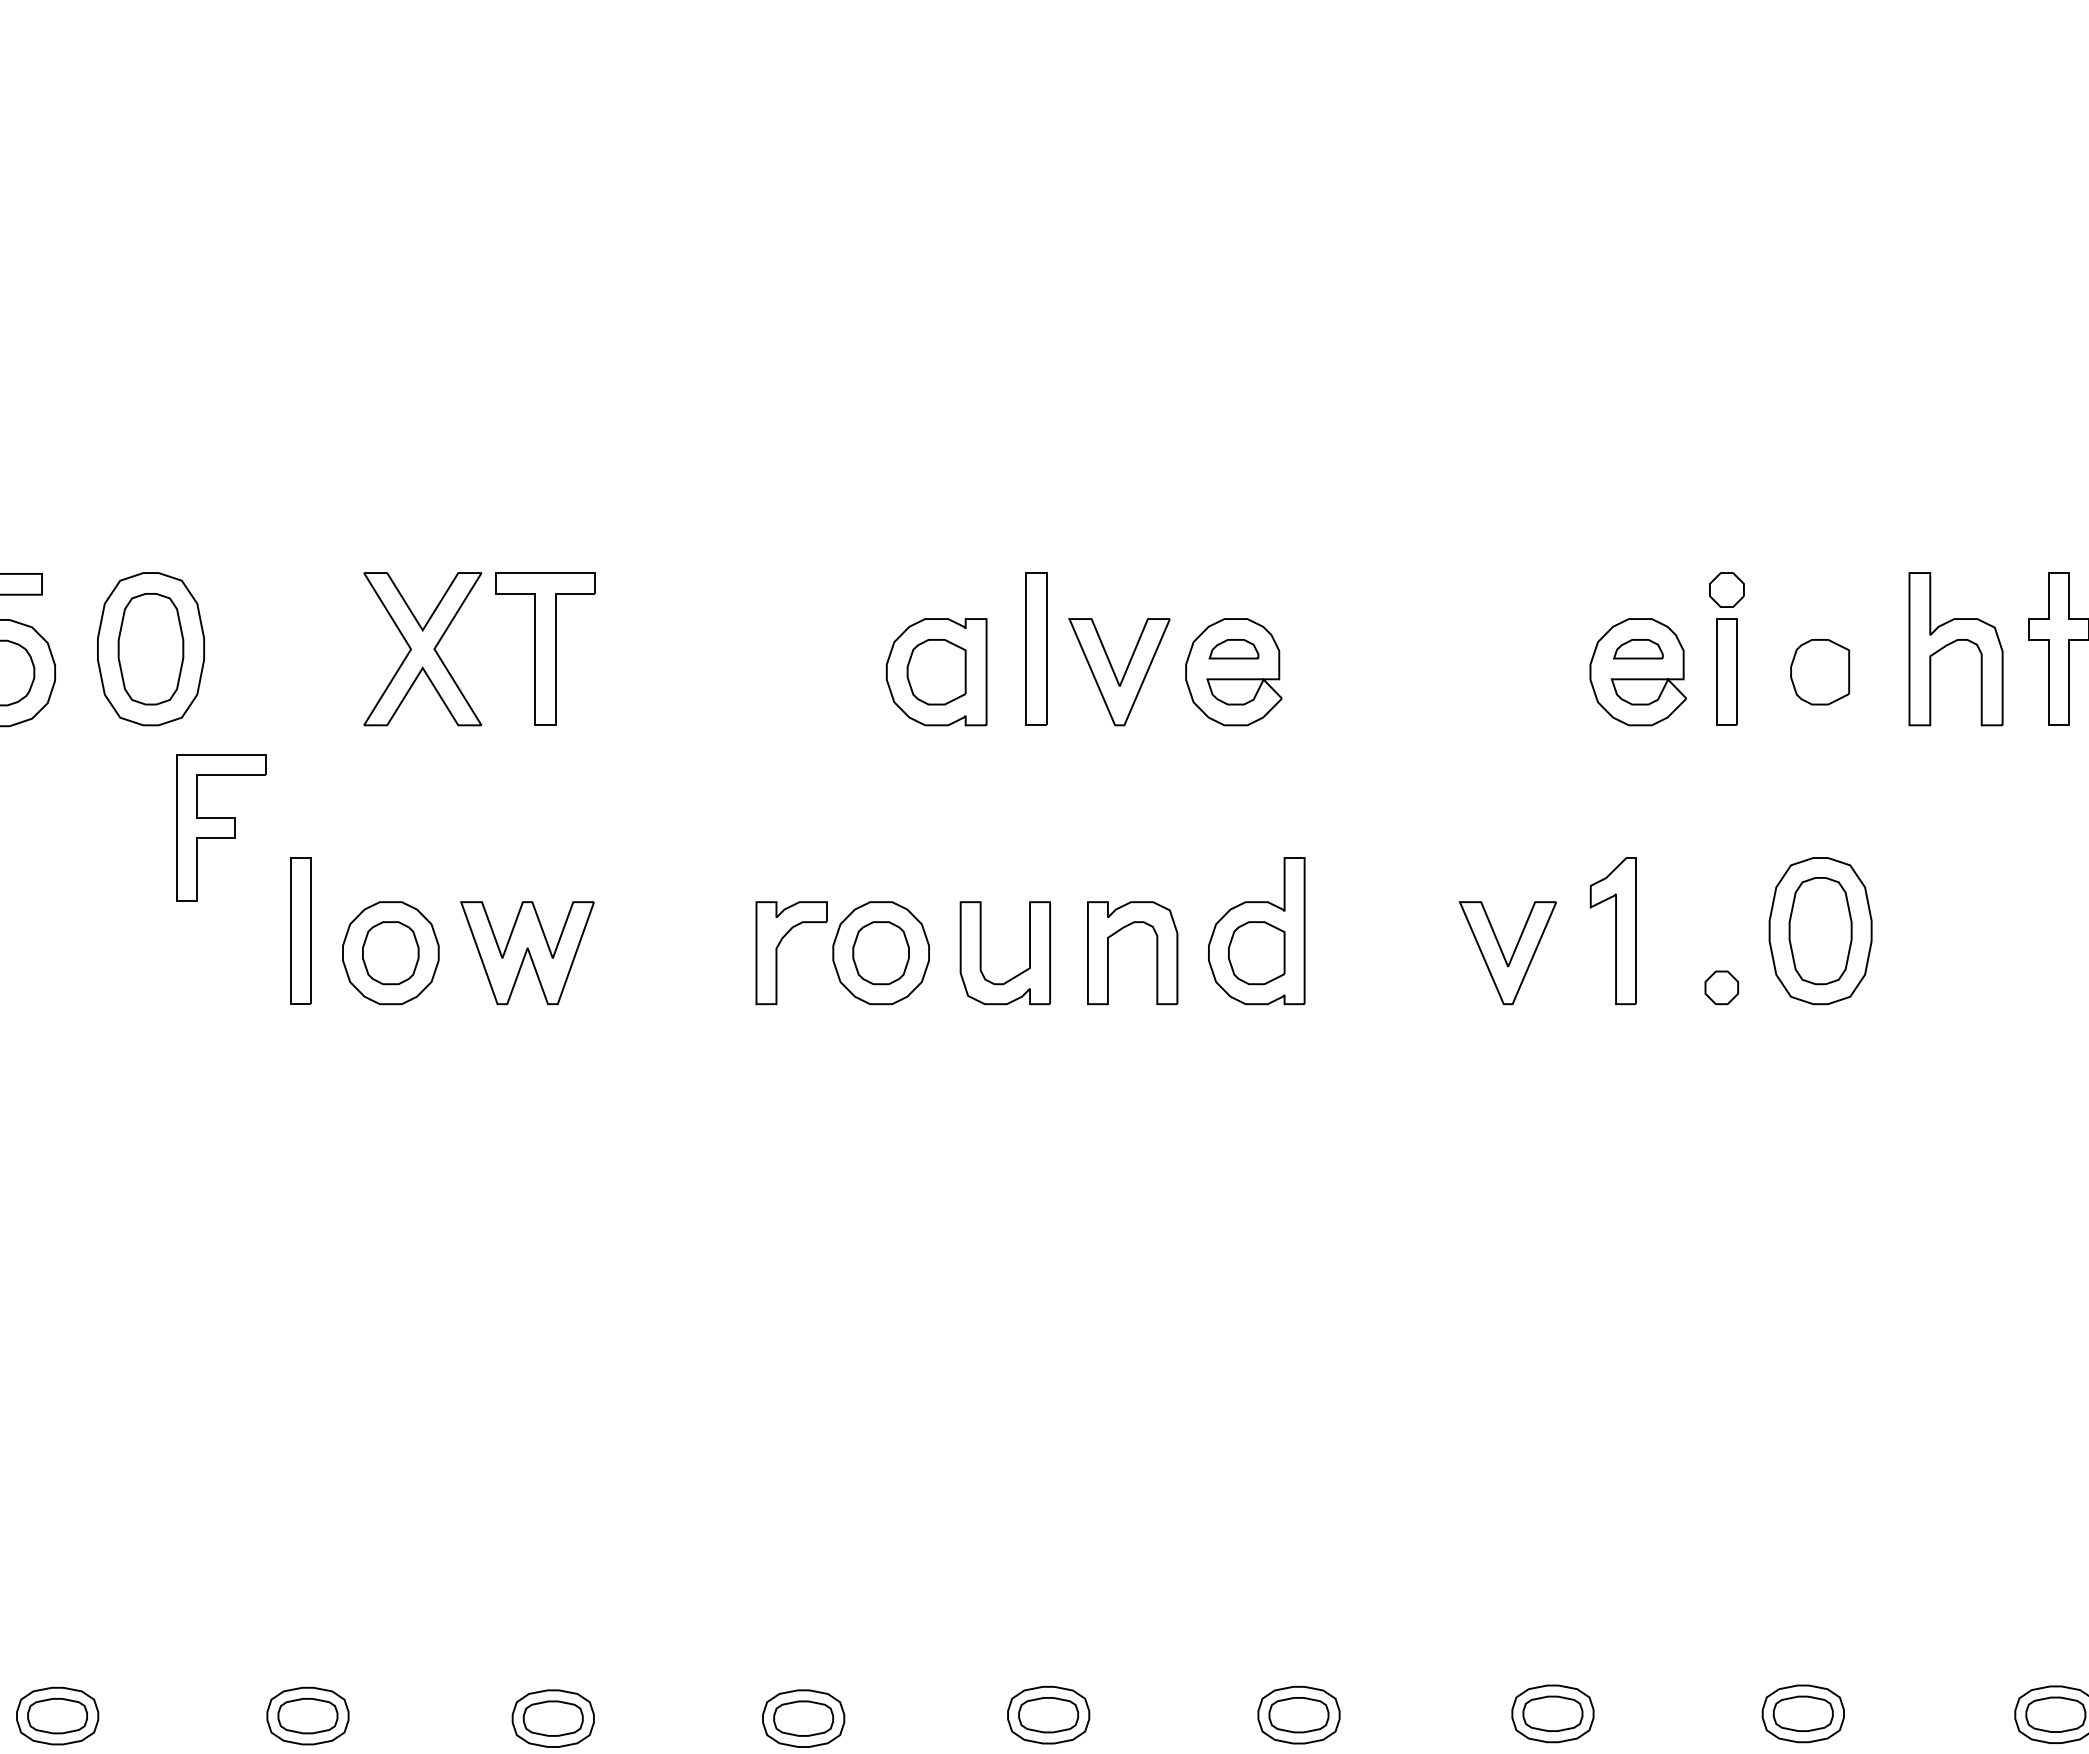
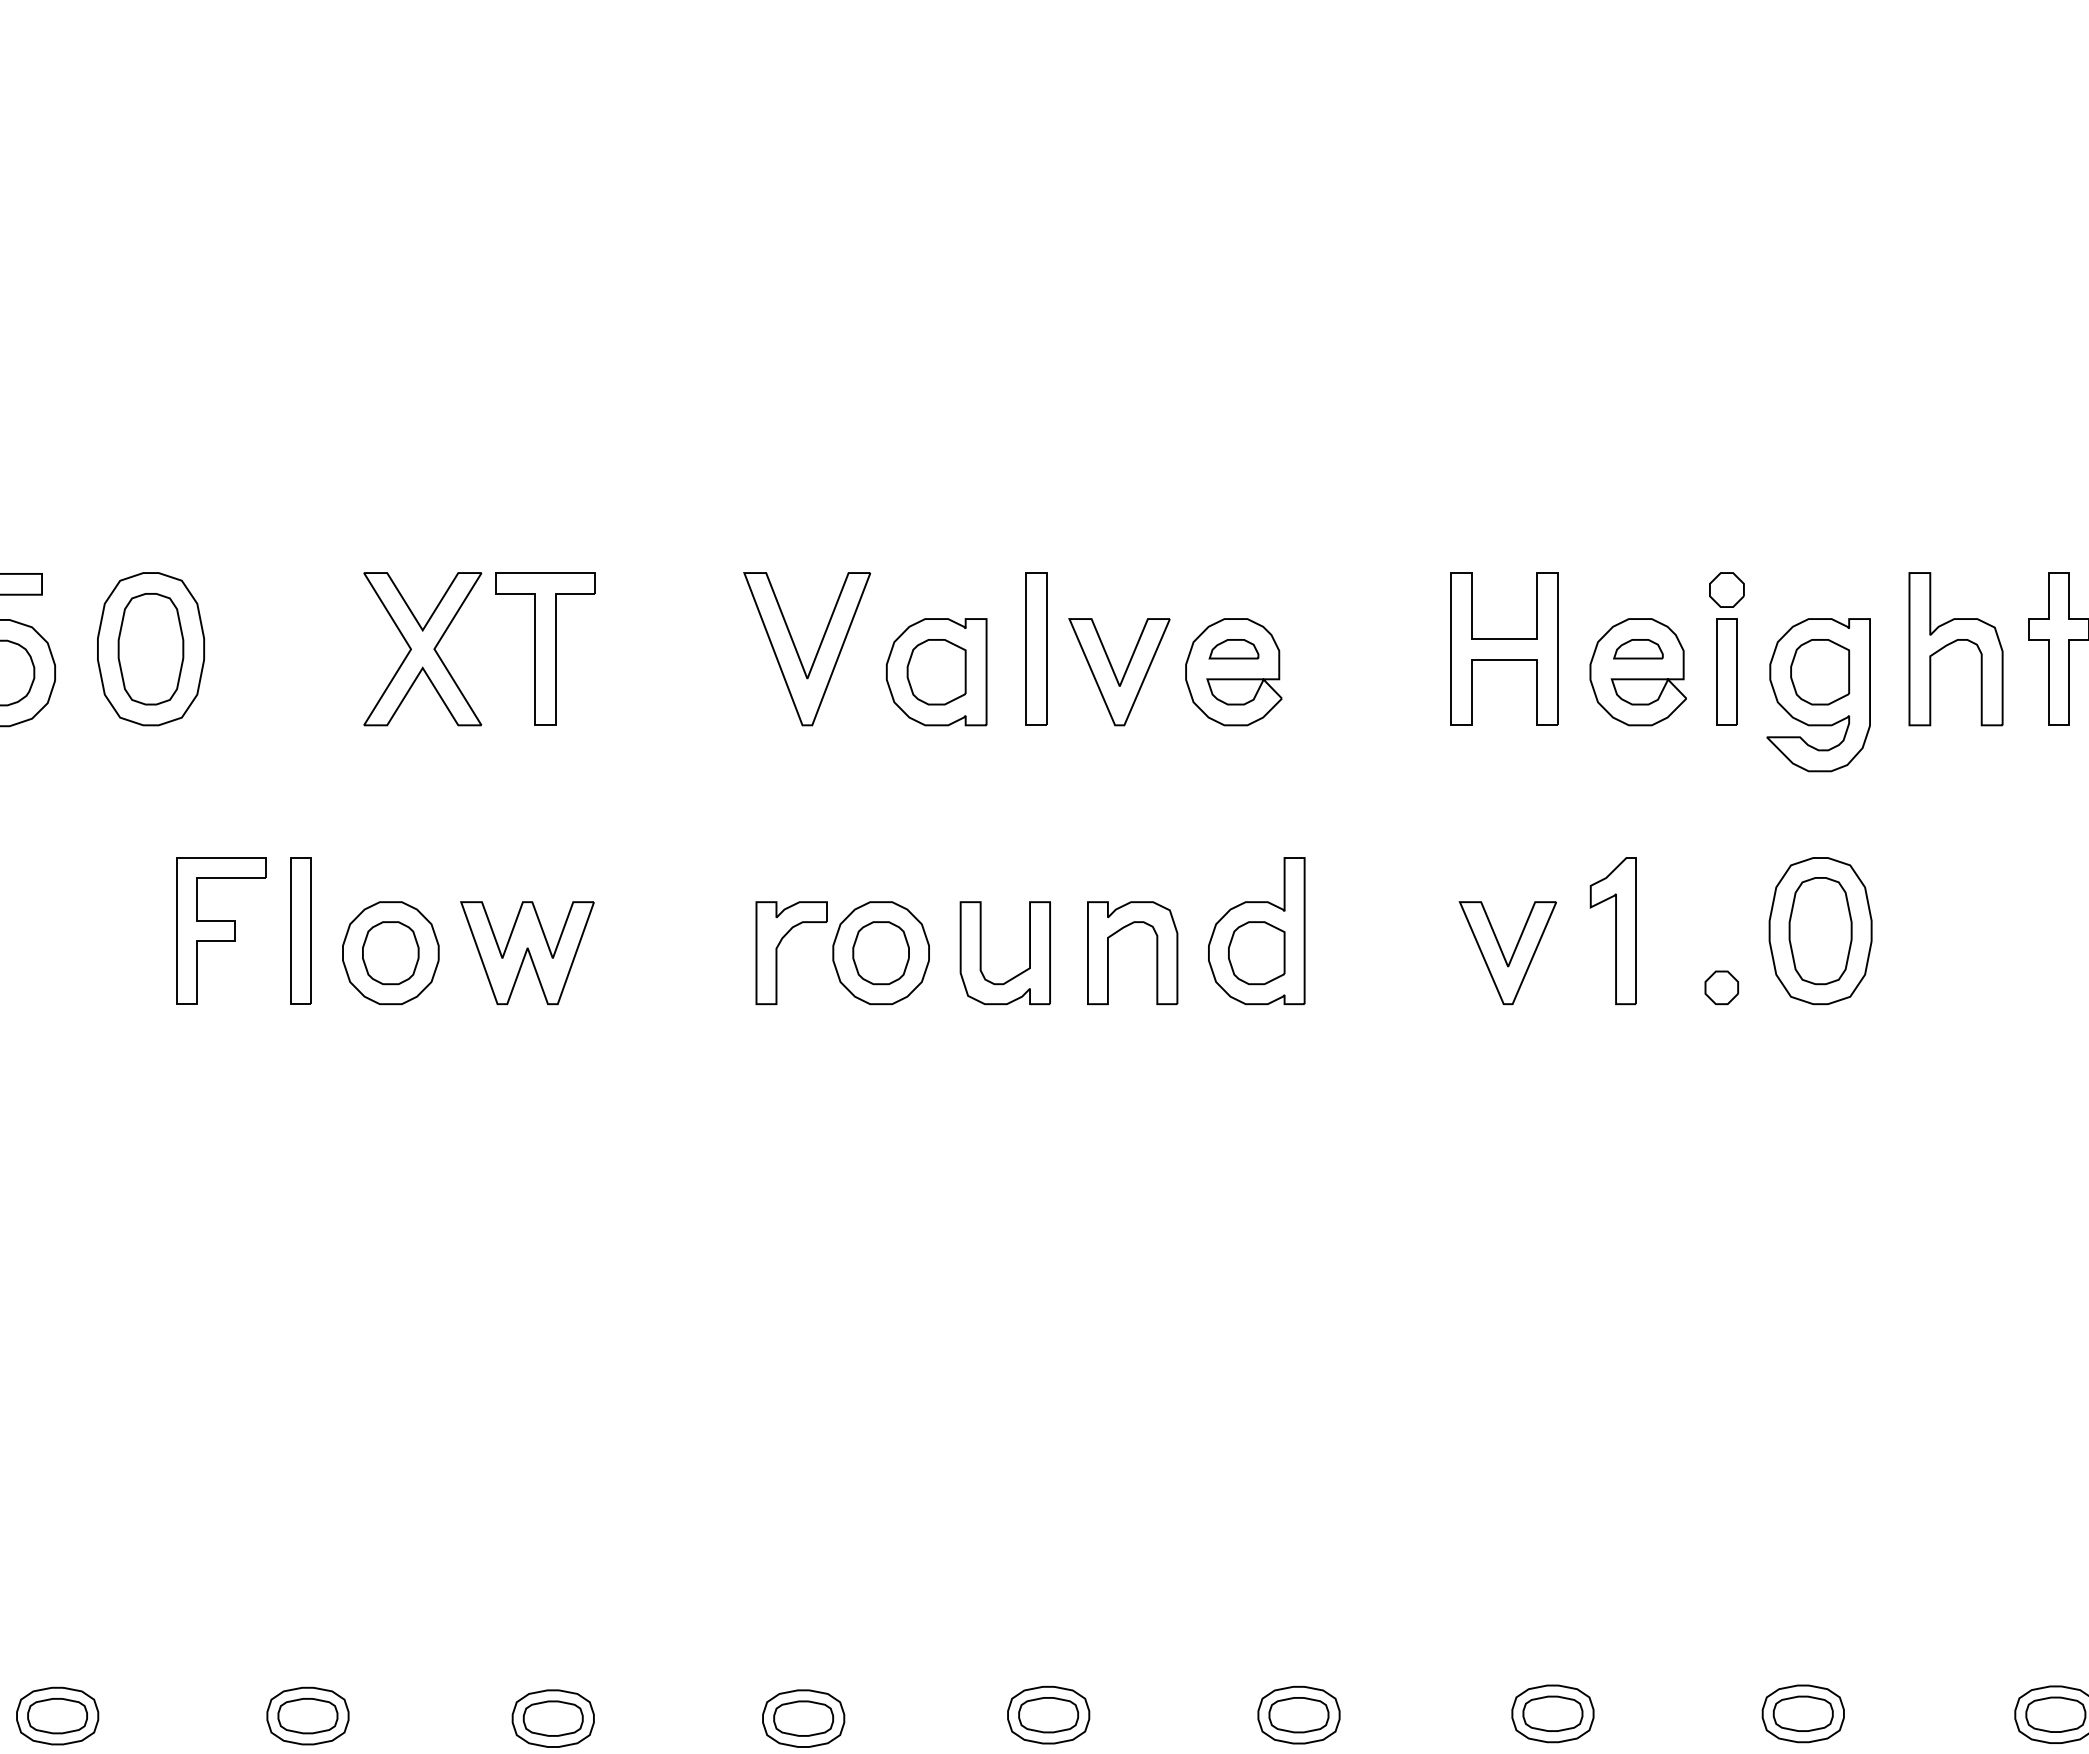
part at (1504, 648): none -> present
part at (815, 654): none -> present
part at (1818, 695): none -> present
part at (221, 827) position: (221, 827) -> (221, 930)
